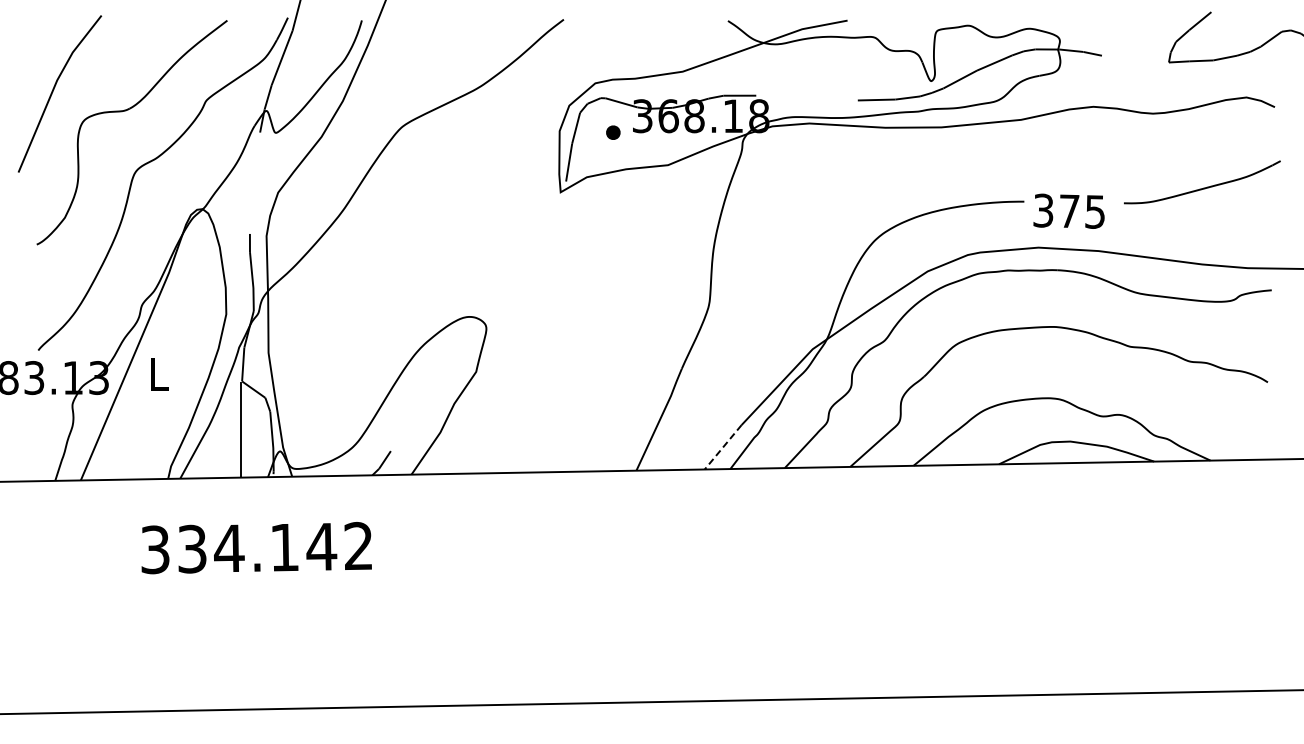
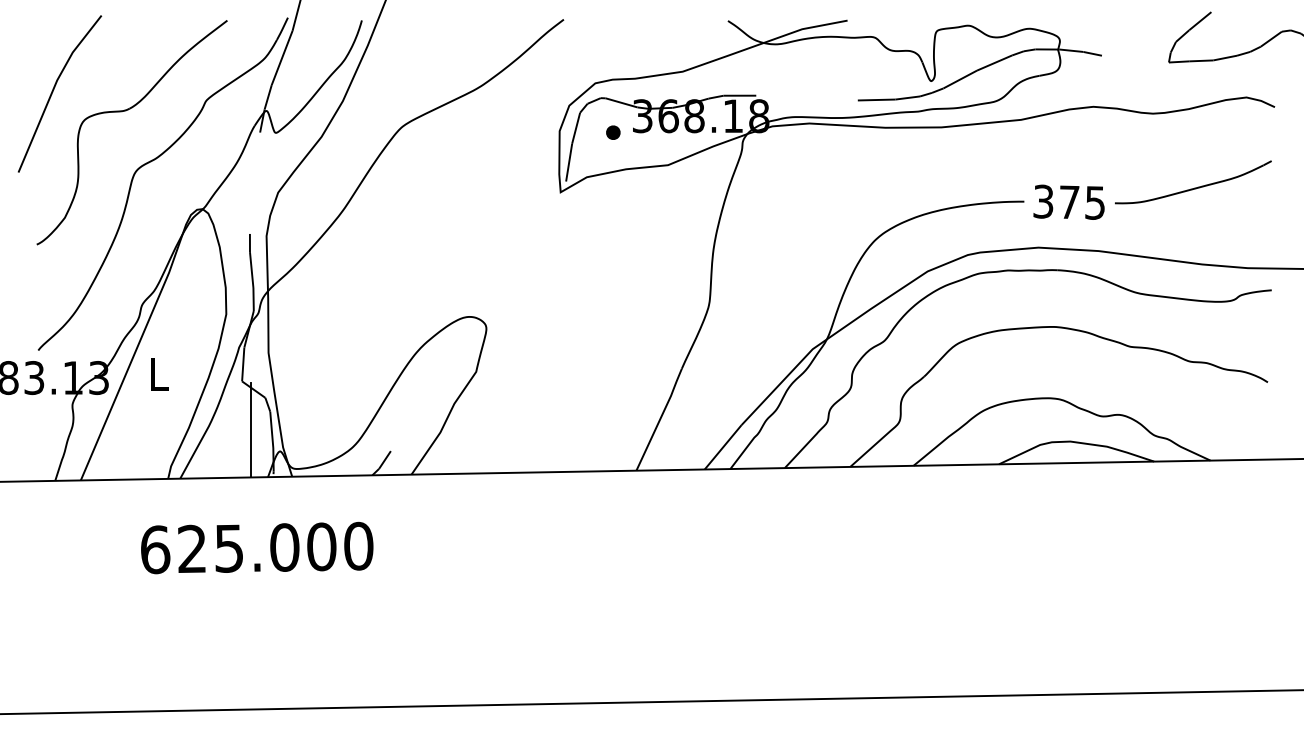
part at (1202, 182) position: (1202, 182) -> (1193, 182)
text at (1068, 210) position: (1068, 210) -> (1068, 201)
line at (241, 430) position: (241, 430) -> (251, 430)
line at (723, 447): dashed -> solid
text at (257, 547): 334.142 -> 625.000
